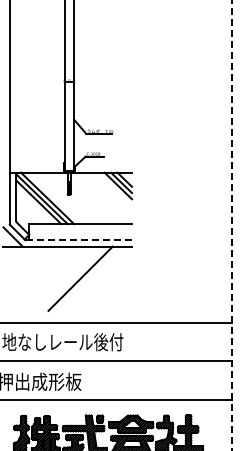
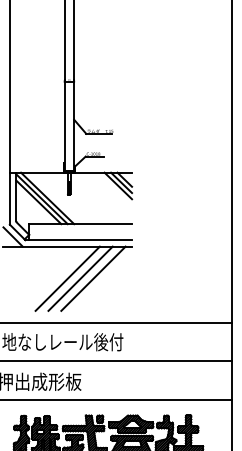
line at (232, 225): dashed -> solid
line at (78, 240): dashed -> solid
line at (67, 278): none -> present
line at (93, 278): none -> present
